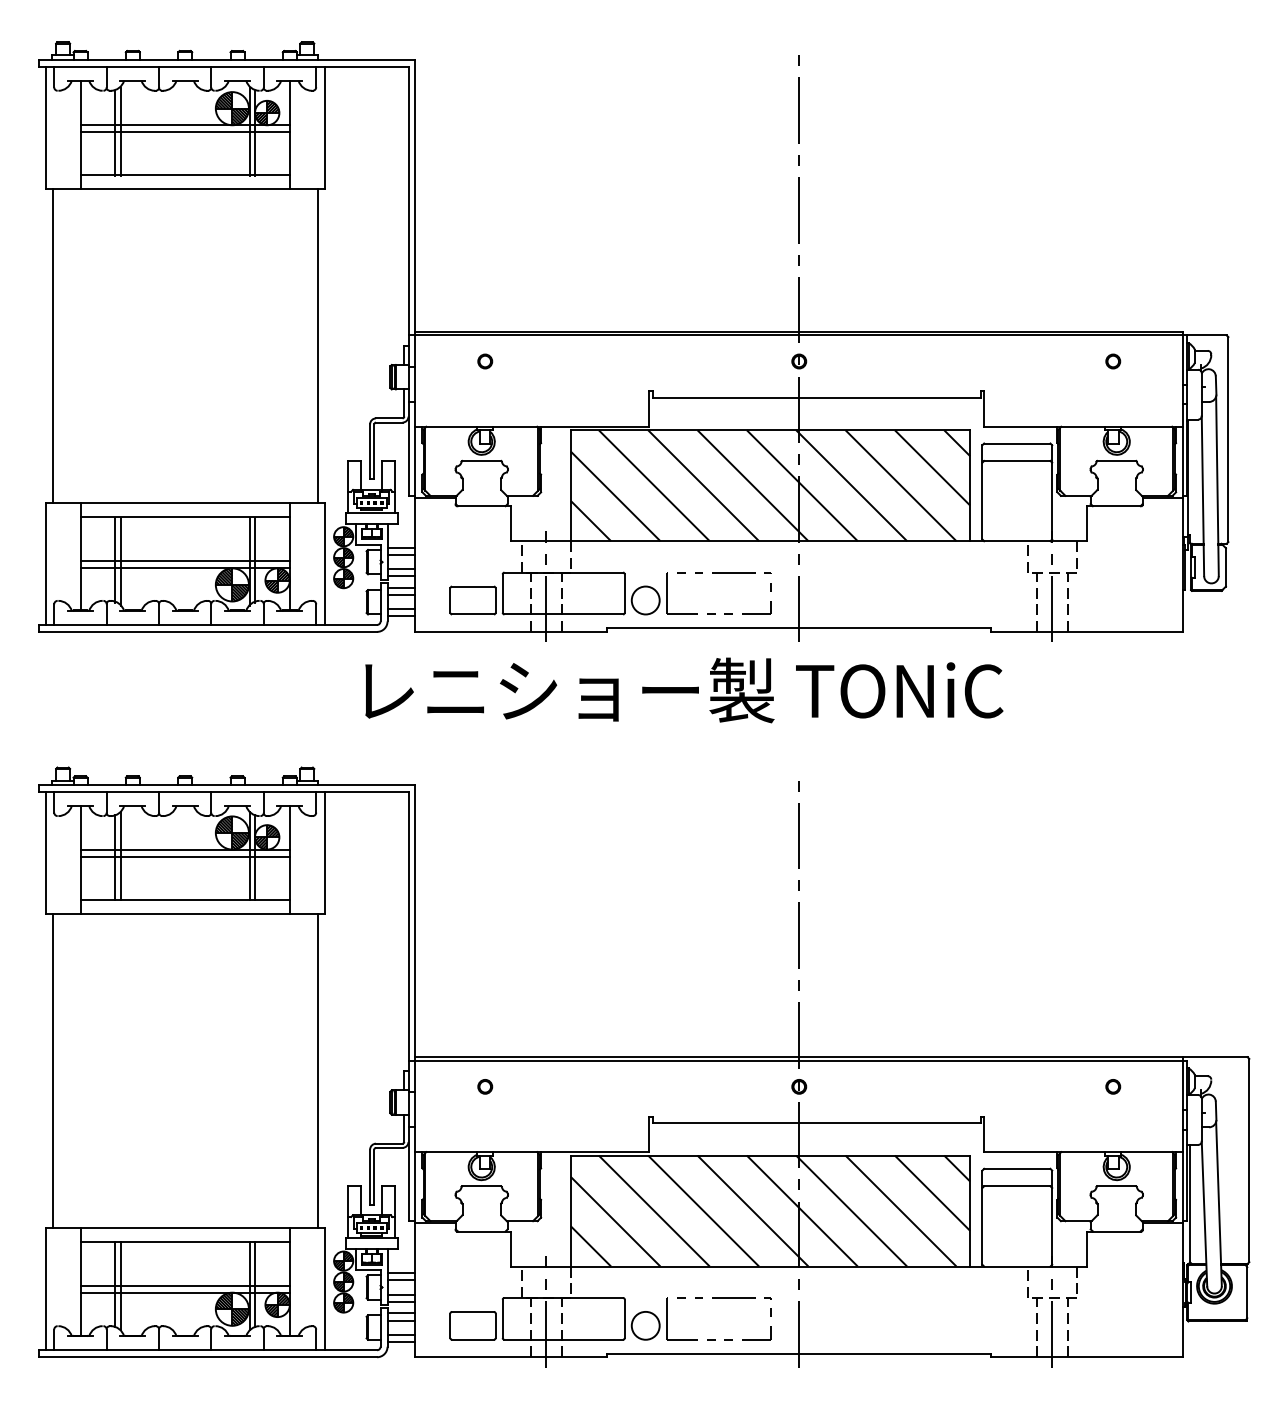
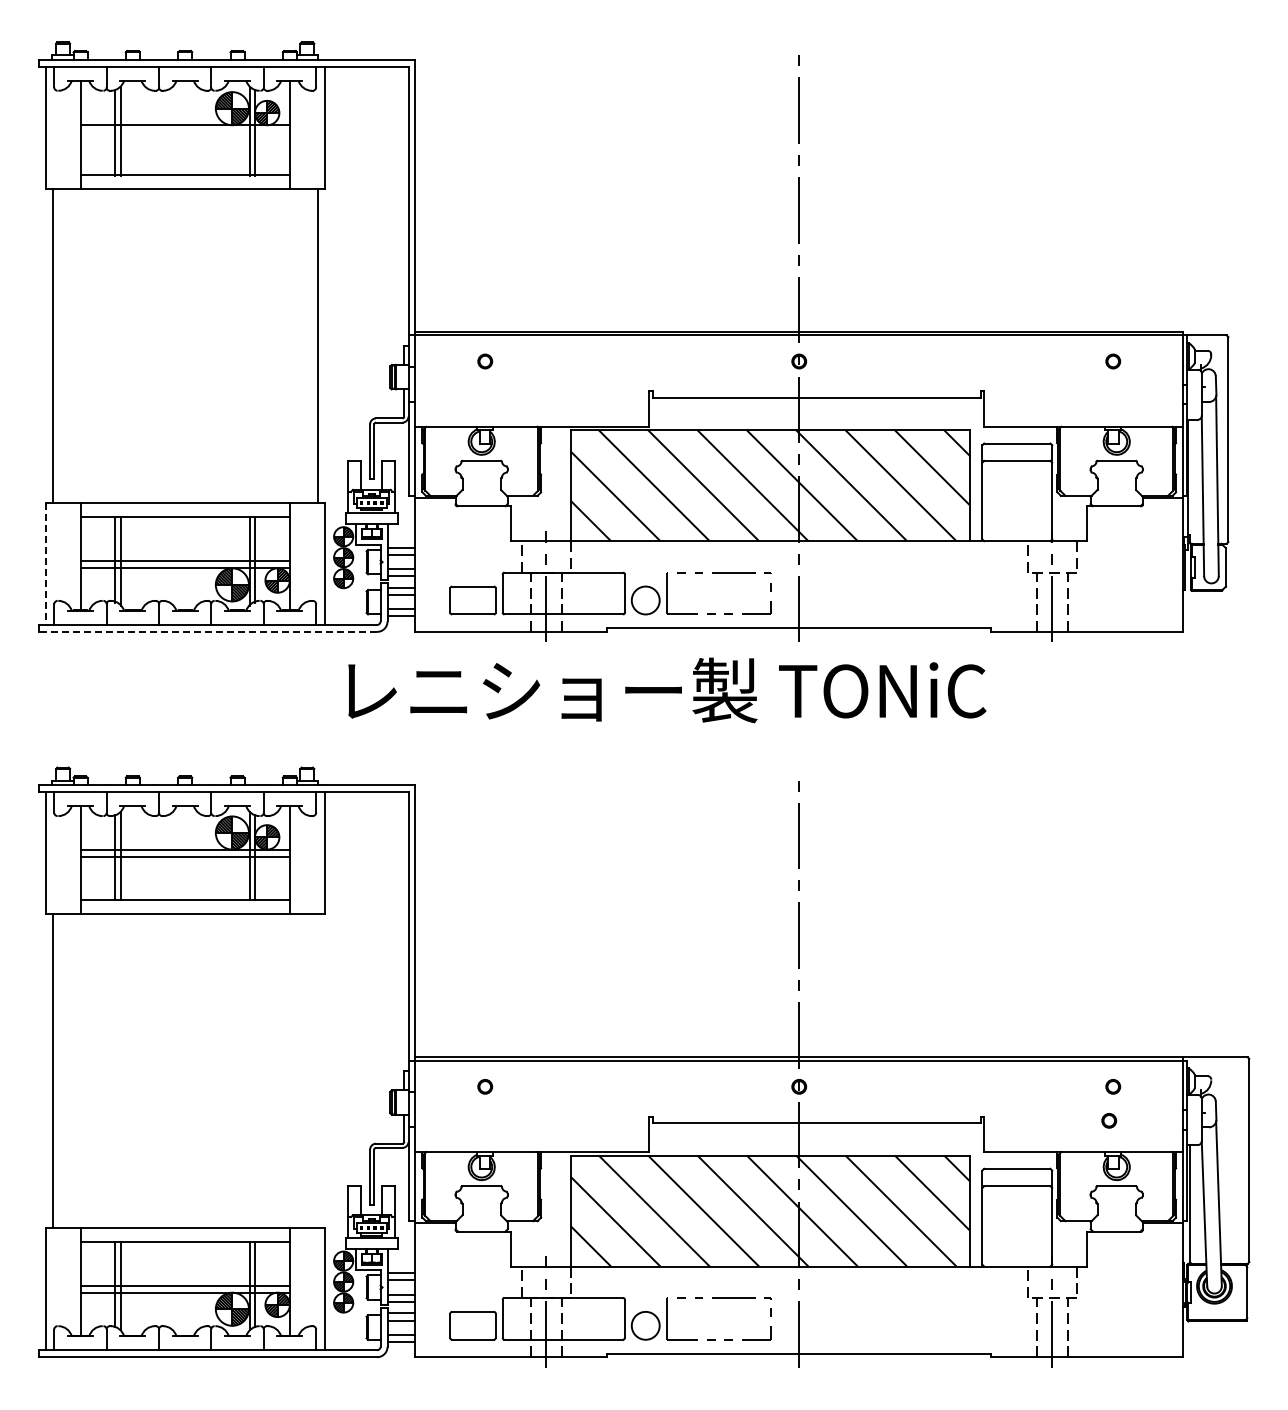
line at (184, 132): present -> none
line at (45, 564): solid -> dashed
line at (207, 631): solid -> dashed
text at (684, 690) position: (684, 690) -> (667, 690)
line at (317, 1071): present -> none
part at (1109, 1120): none -> present
